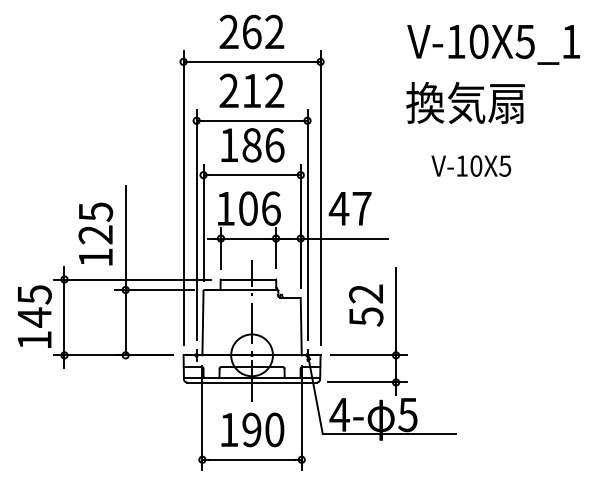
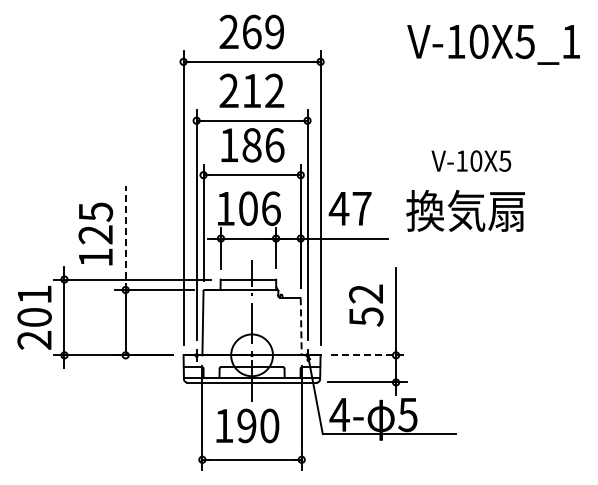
text at (274, 32): 262 -> 269
text at (465, 102) position: (465, 102) -> (465, 210)
text at (471, 165) position: (471, 165) -> (471, 160)
line at (125, 237): solid -> dashed
text at (34, 317): 145 -> 201
line at (301, 326): solid -> dashed
line at (368, 355): solid -> dashed
text at (252, 429) position: (252, 429) -> (247, 425)
